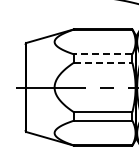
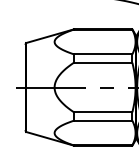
line at (102, 54): dashed -> solid
line at (103, 62): dashed -> solid
